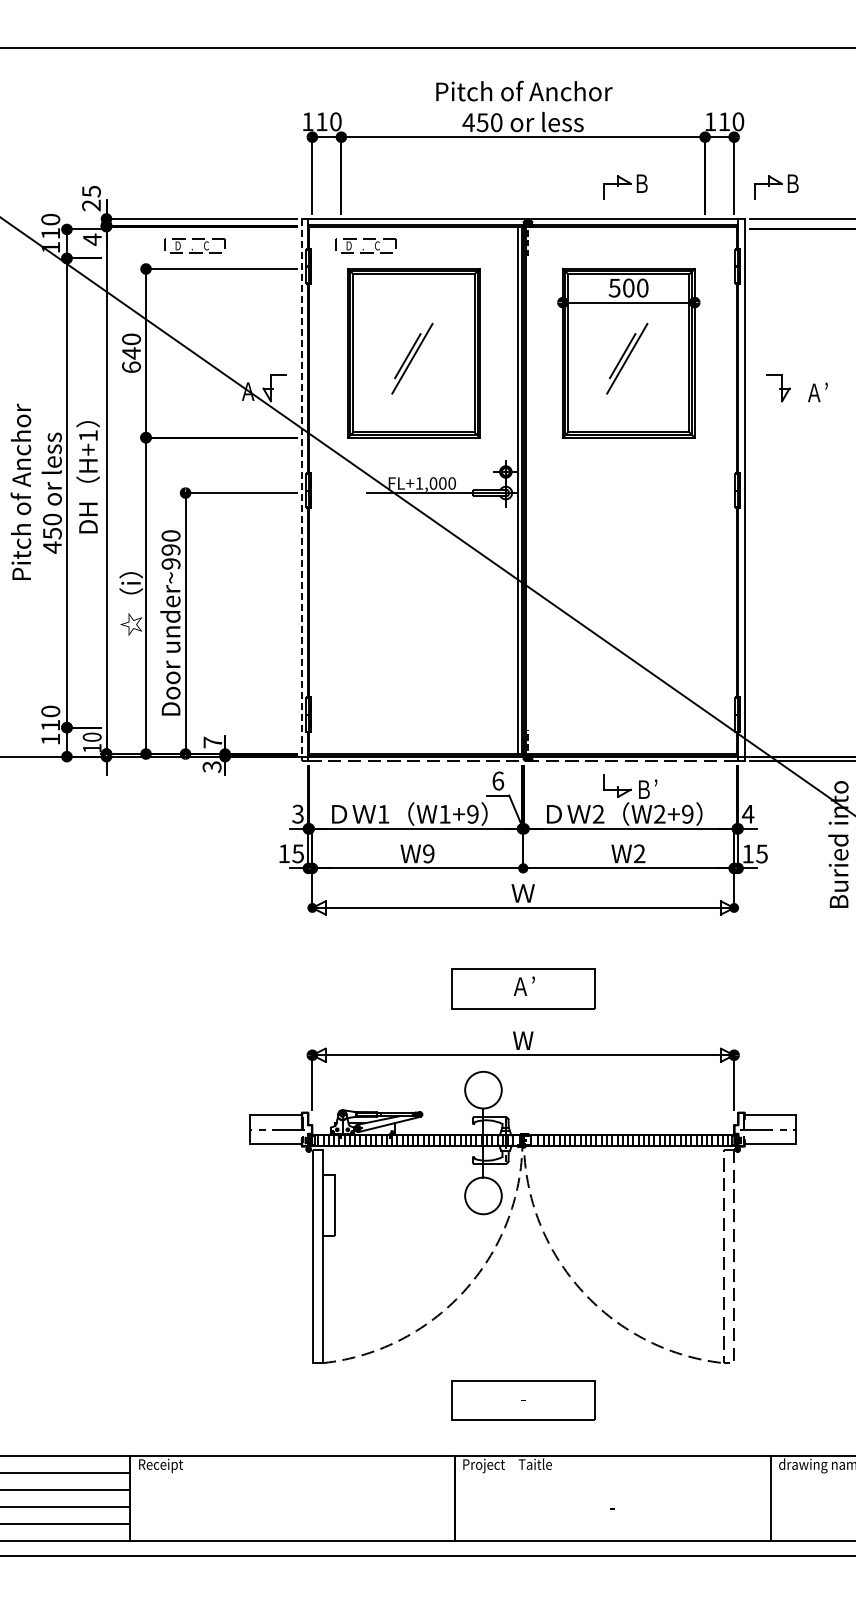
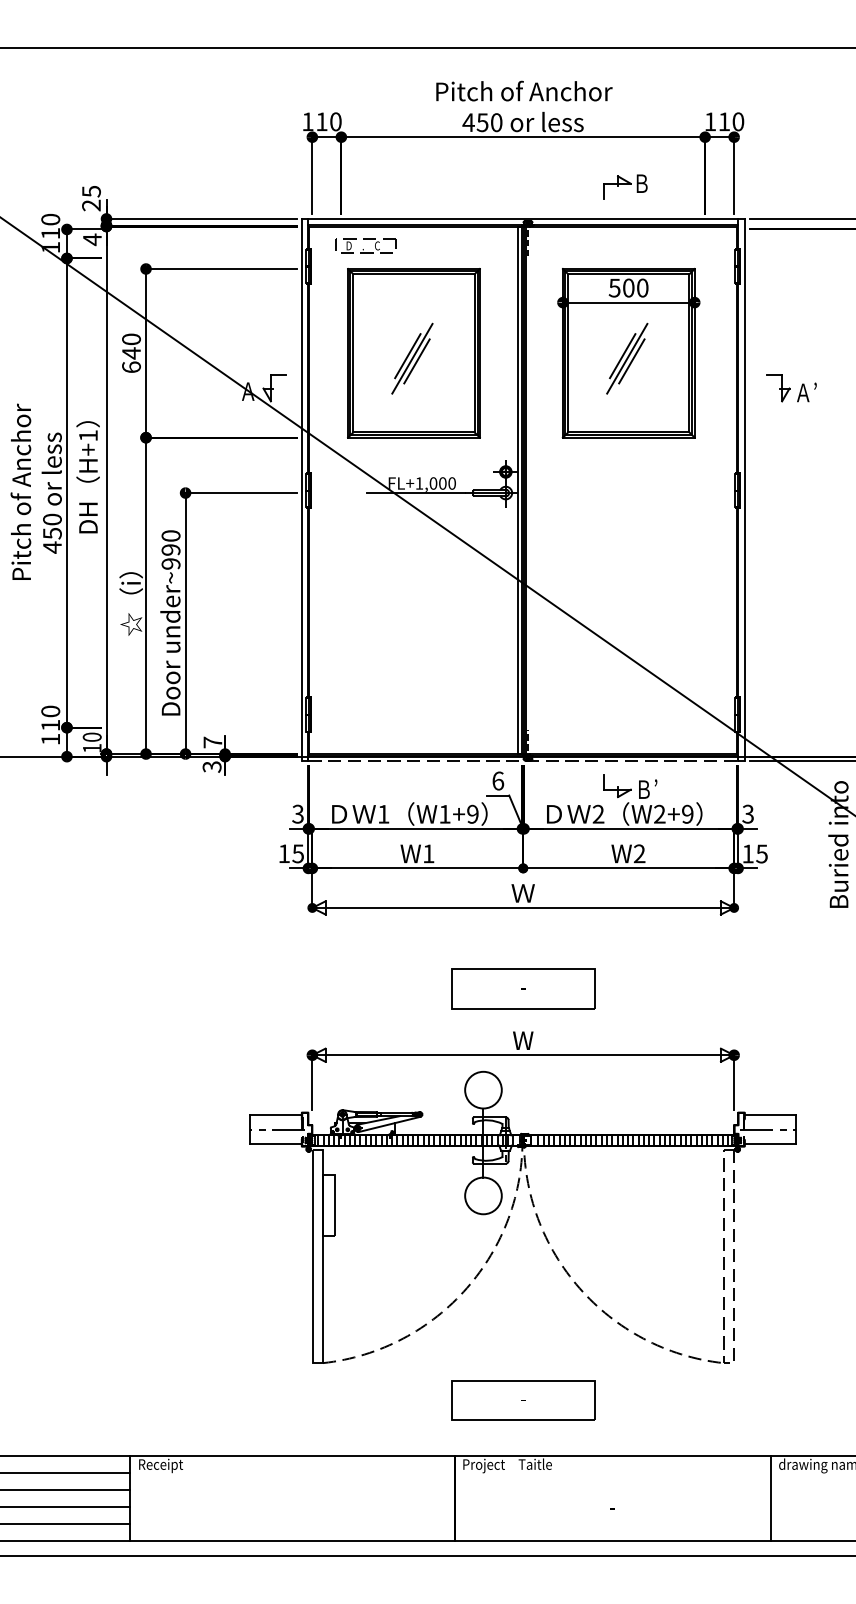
part at (776, 186): present -> none
part at (194, 245): present -> none
line at (416, 361): none -> present
line at (631, 361): none -> present
text at (817, 392) position: (817, 392) -> (806, 392)
line at (301, 490): dashed -> solid
text at (747, 813): 4 -> 3
text at (428, 853): W9 -> W1
text at (523, 985): Ａ’ -> -
